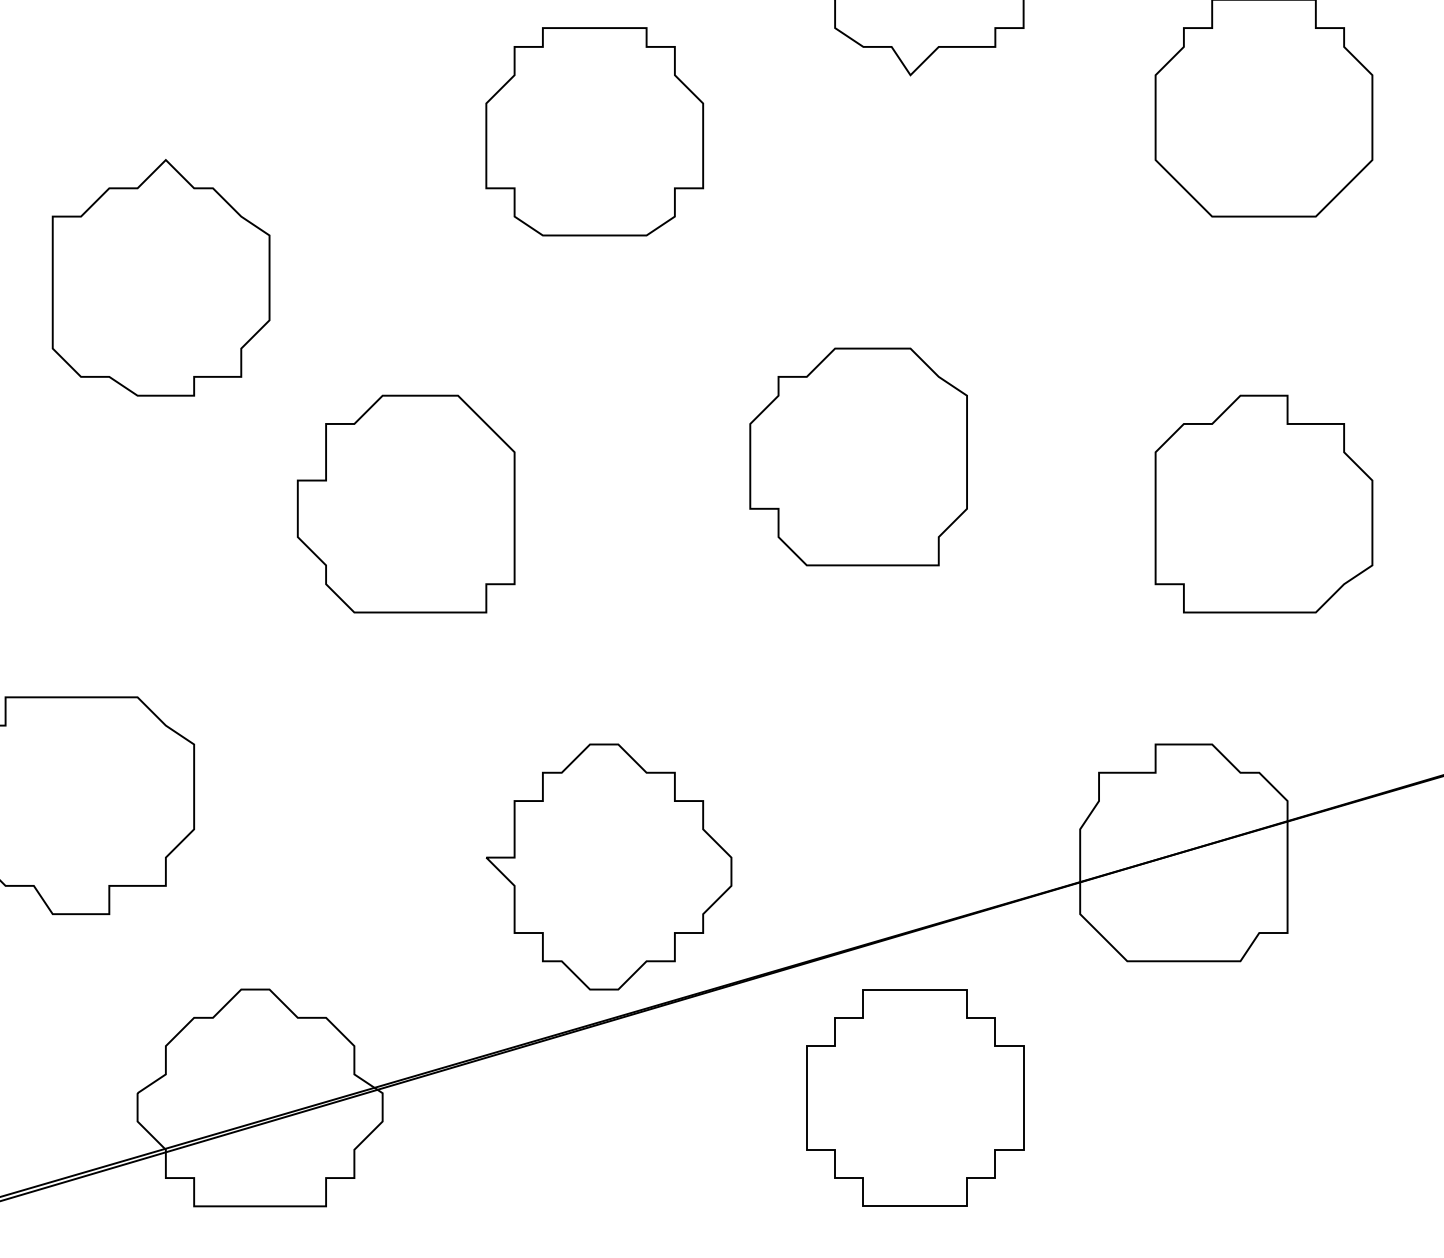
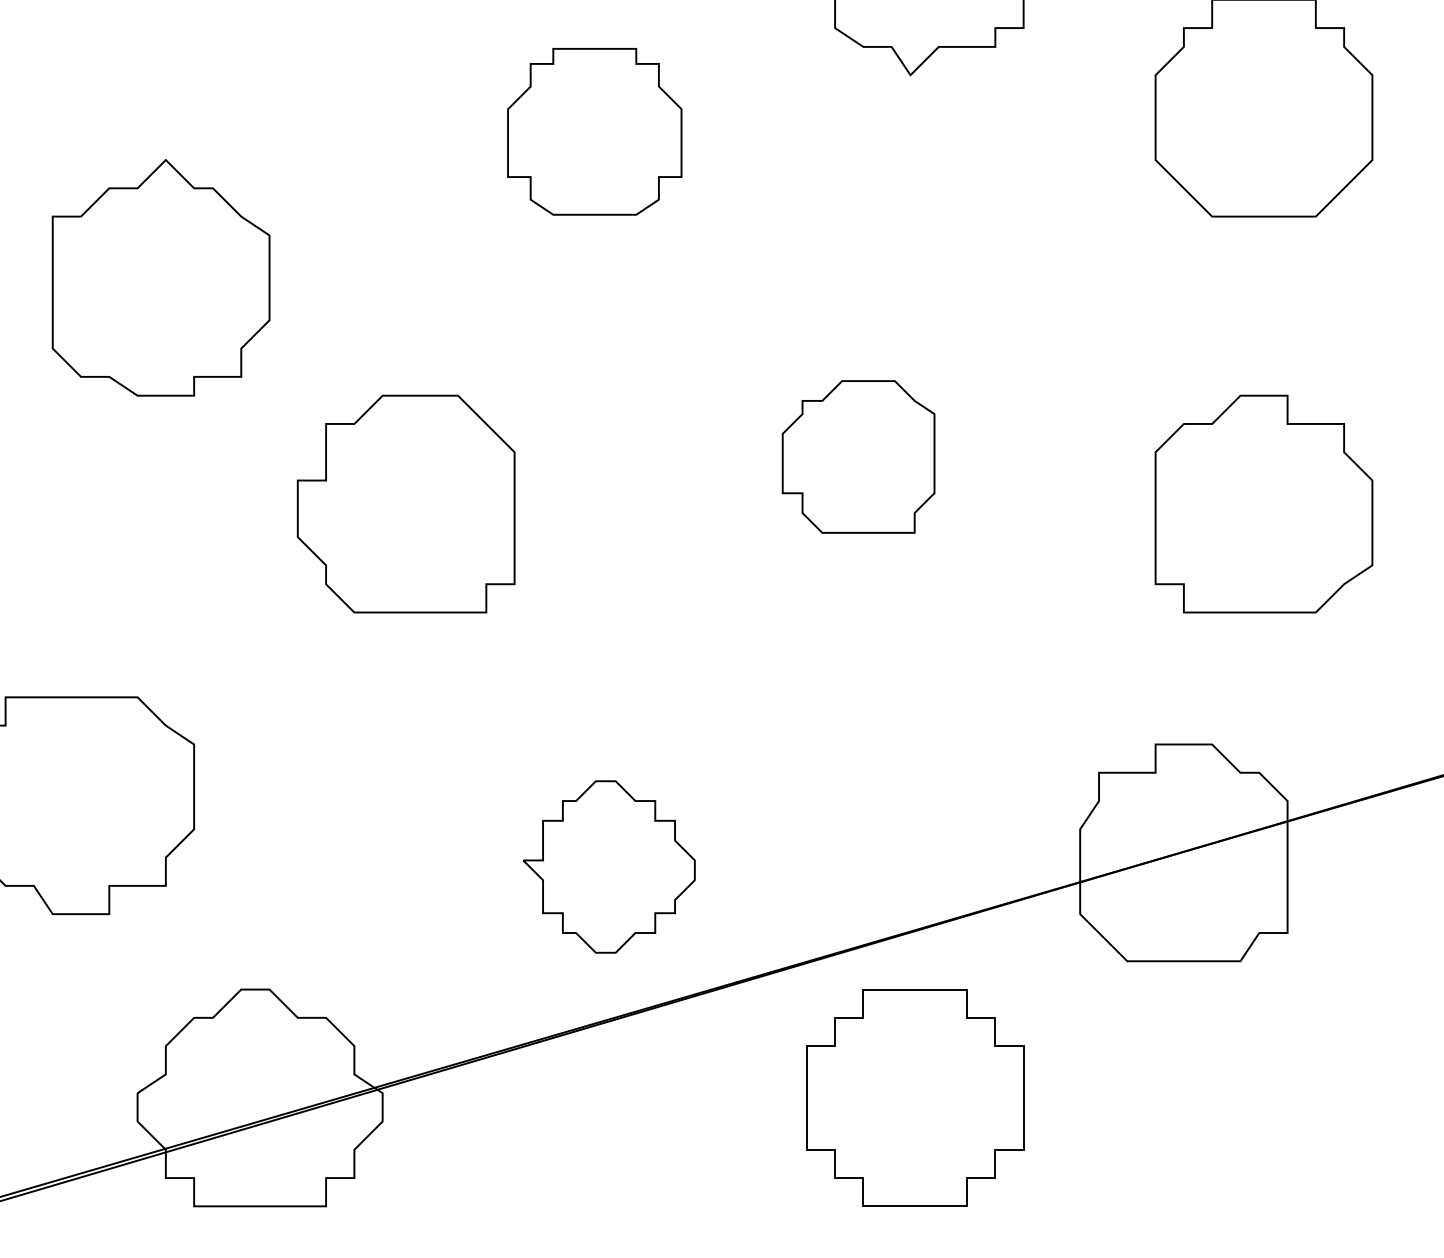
part at (594, 131) size: 220x210 px -> 176x168 px
part at (858, 456) size: 219x220 px -> 155x154 px
part at (609, 866) size: 247x248 px -> 173x174 px
